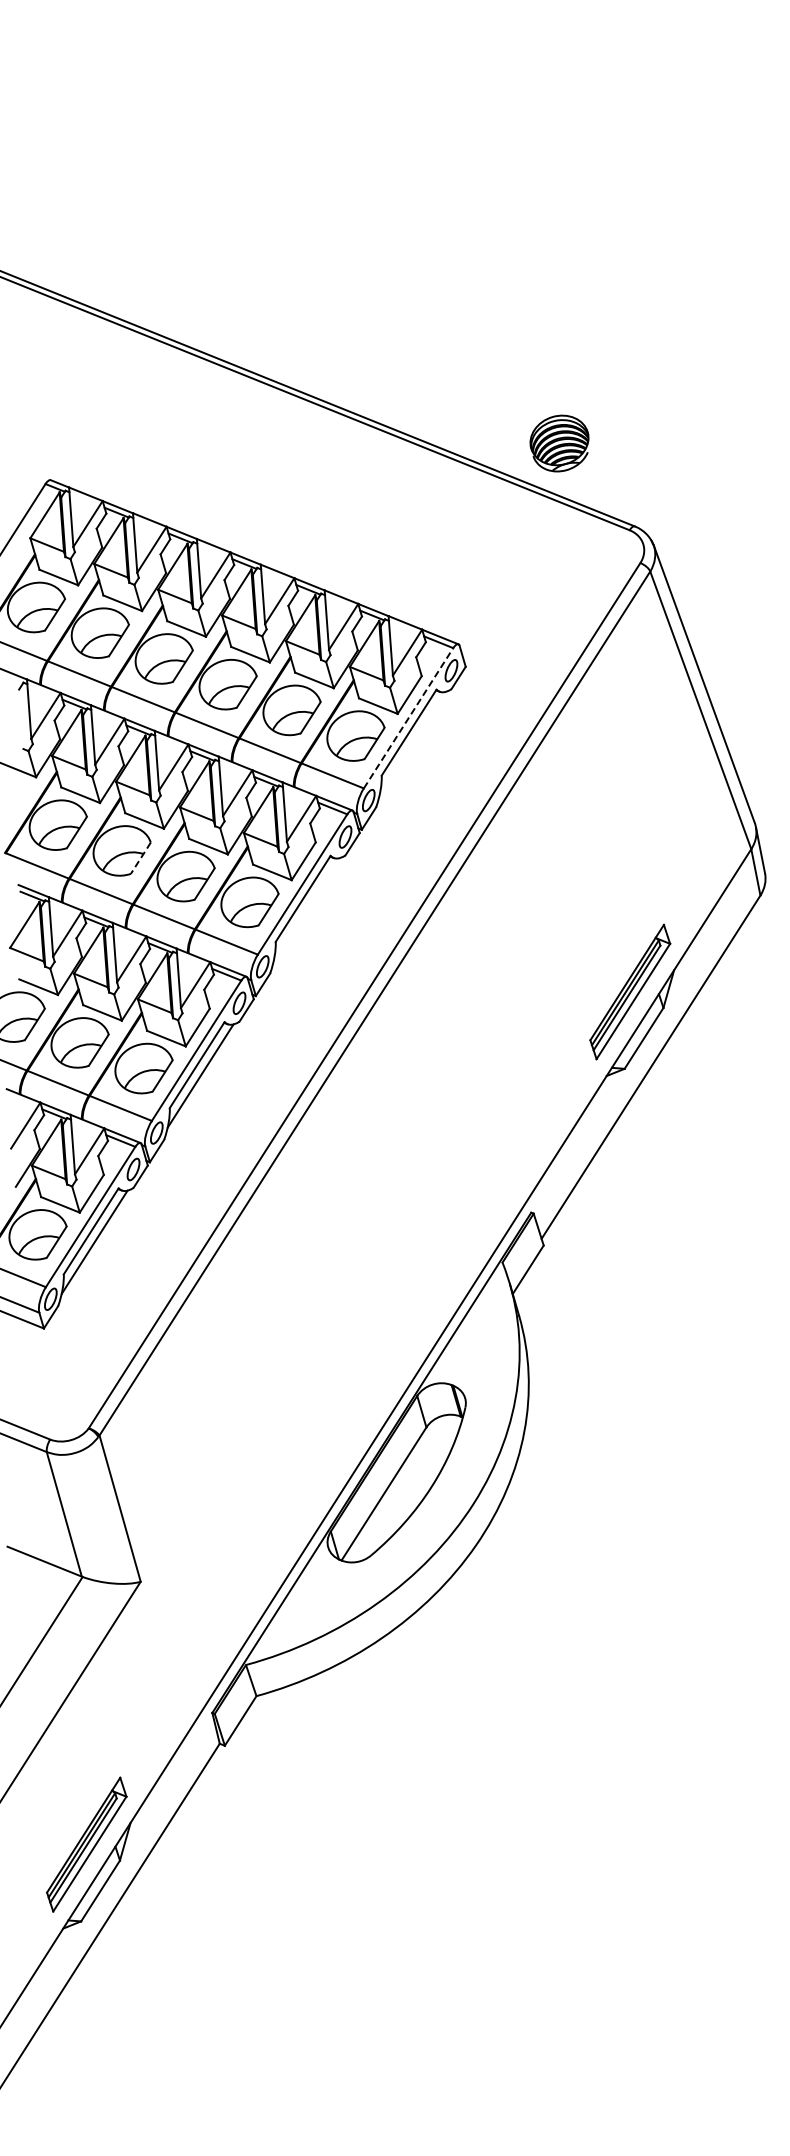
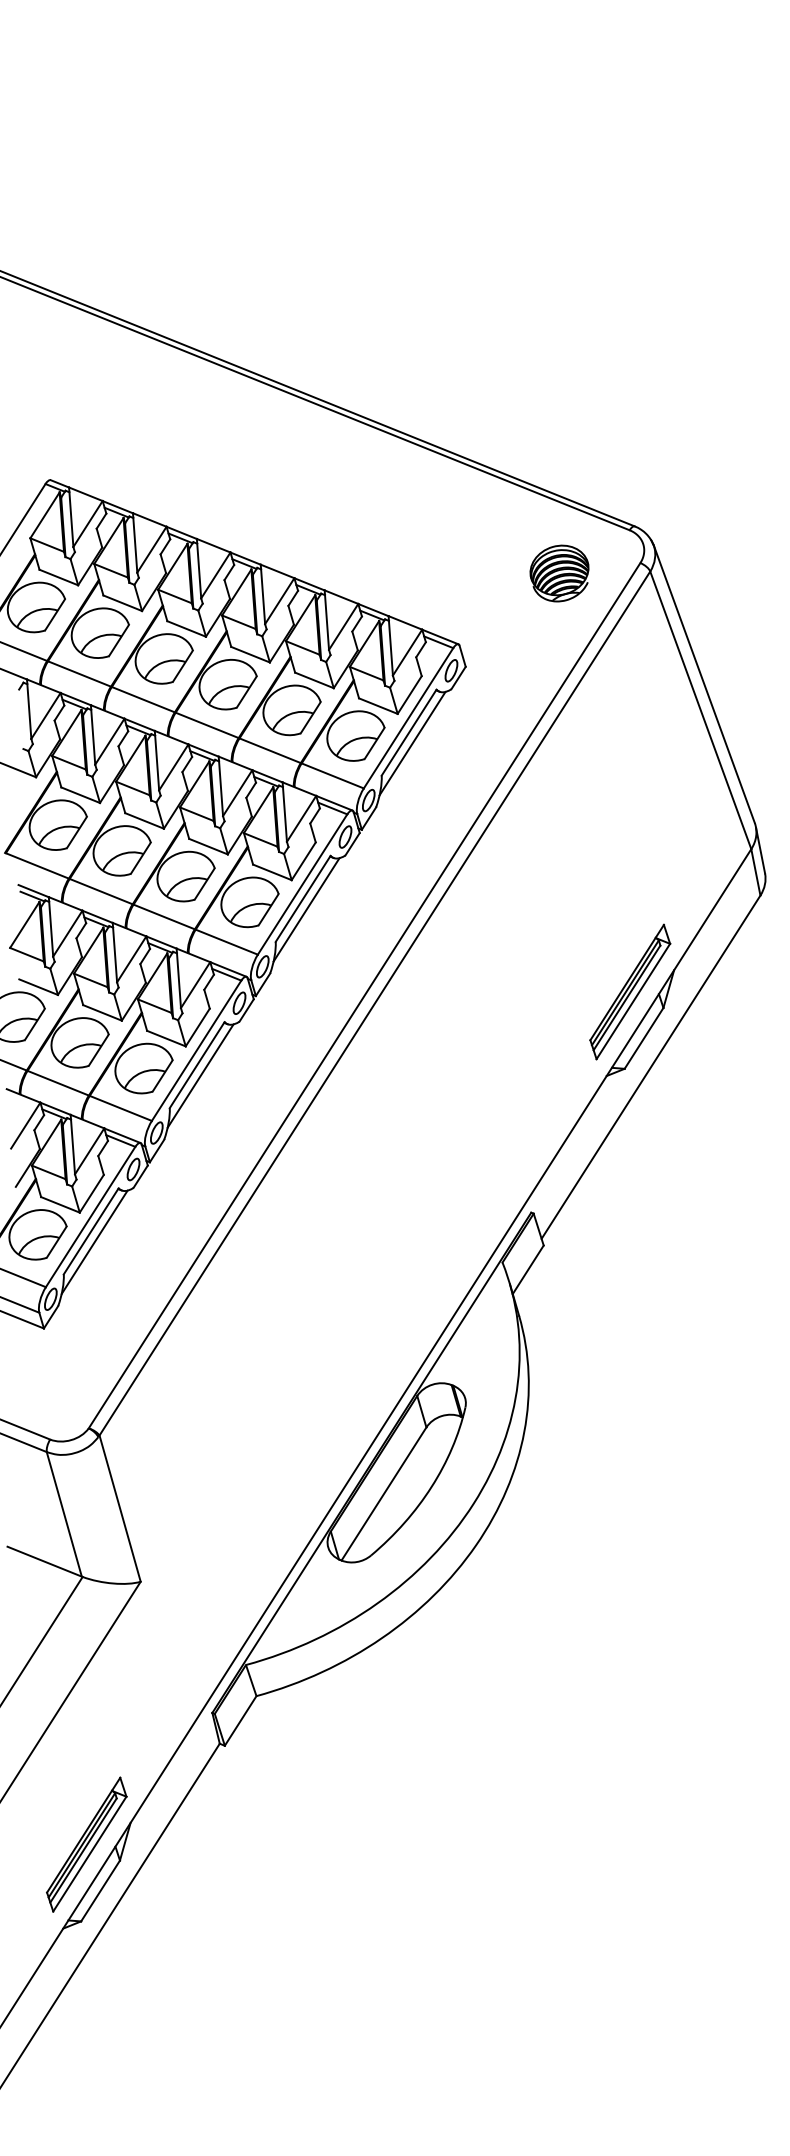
part at (559, 443) position: (559, 443) -> (559, 573)
line at (408, 717): dashed -> solid
line at (412, 743): none -> present
line at (140, 858): dashed -> solid
line at (306, 909): none -> present
